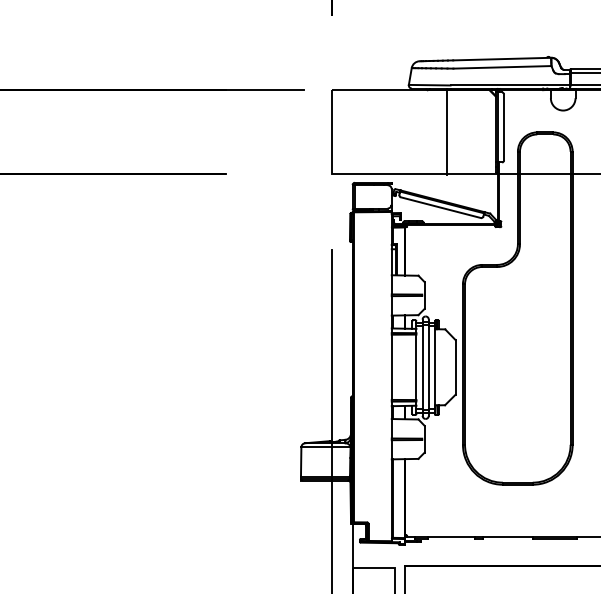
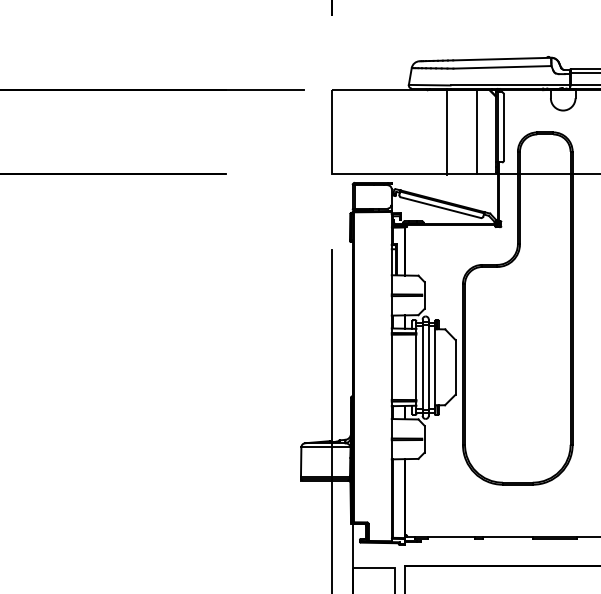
line at (476, 132): none -> present
